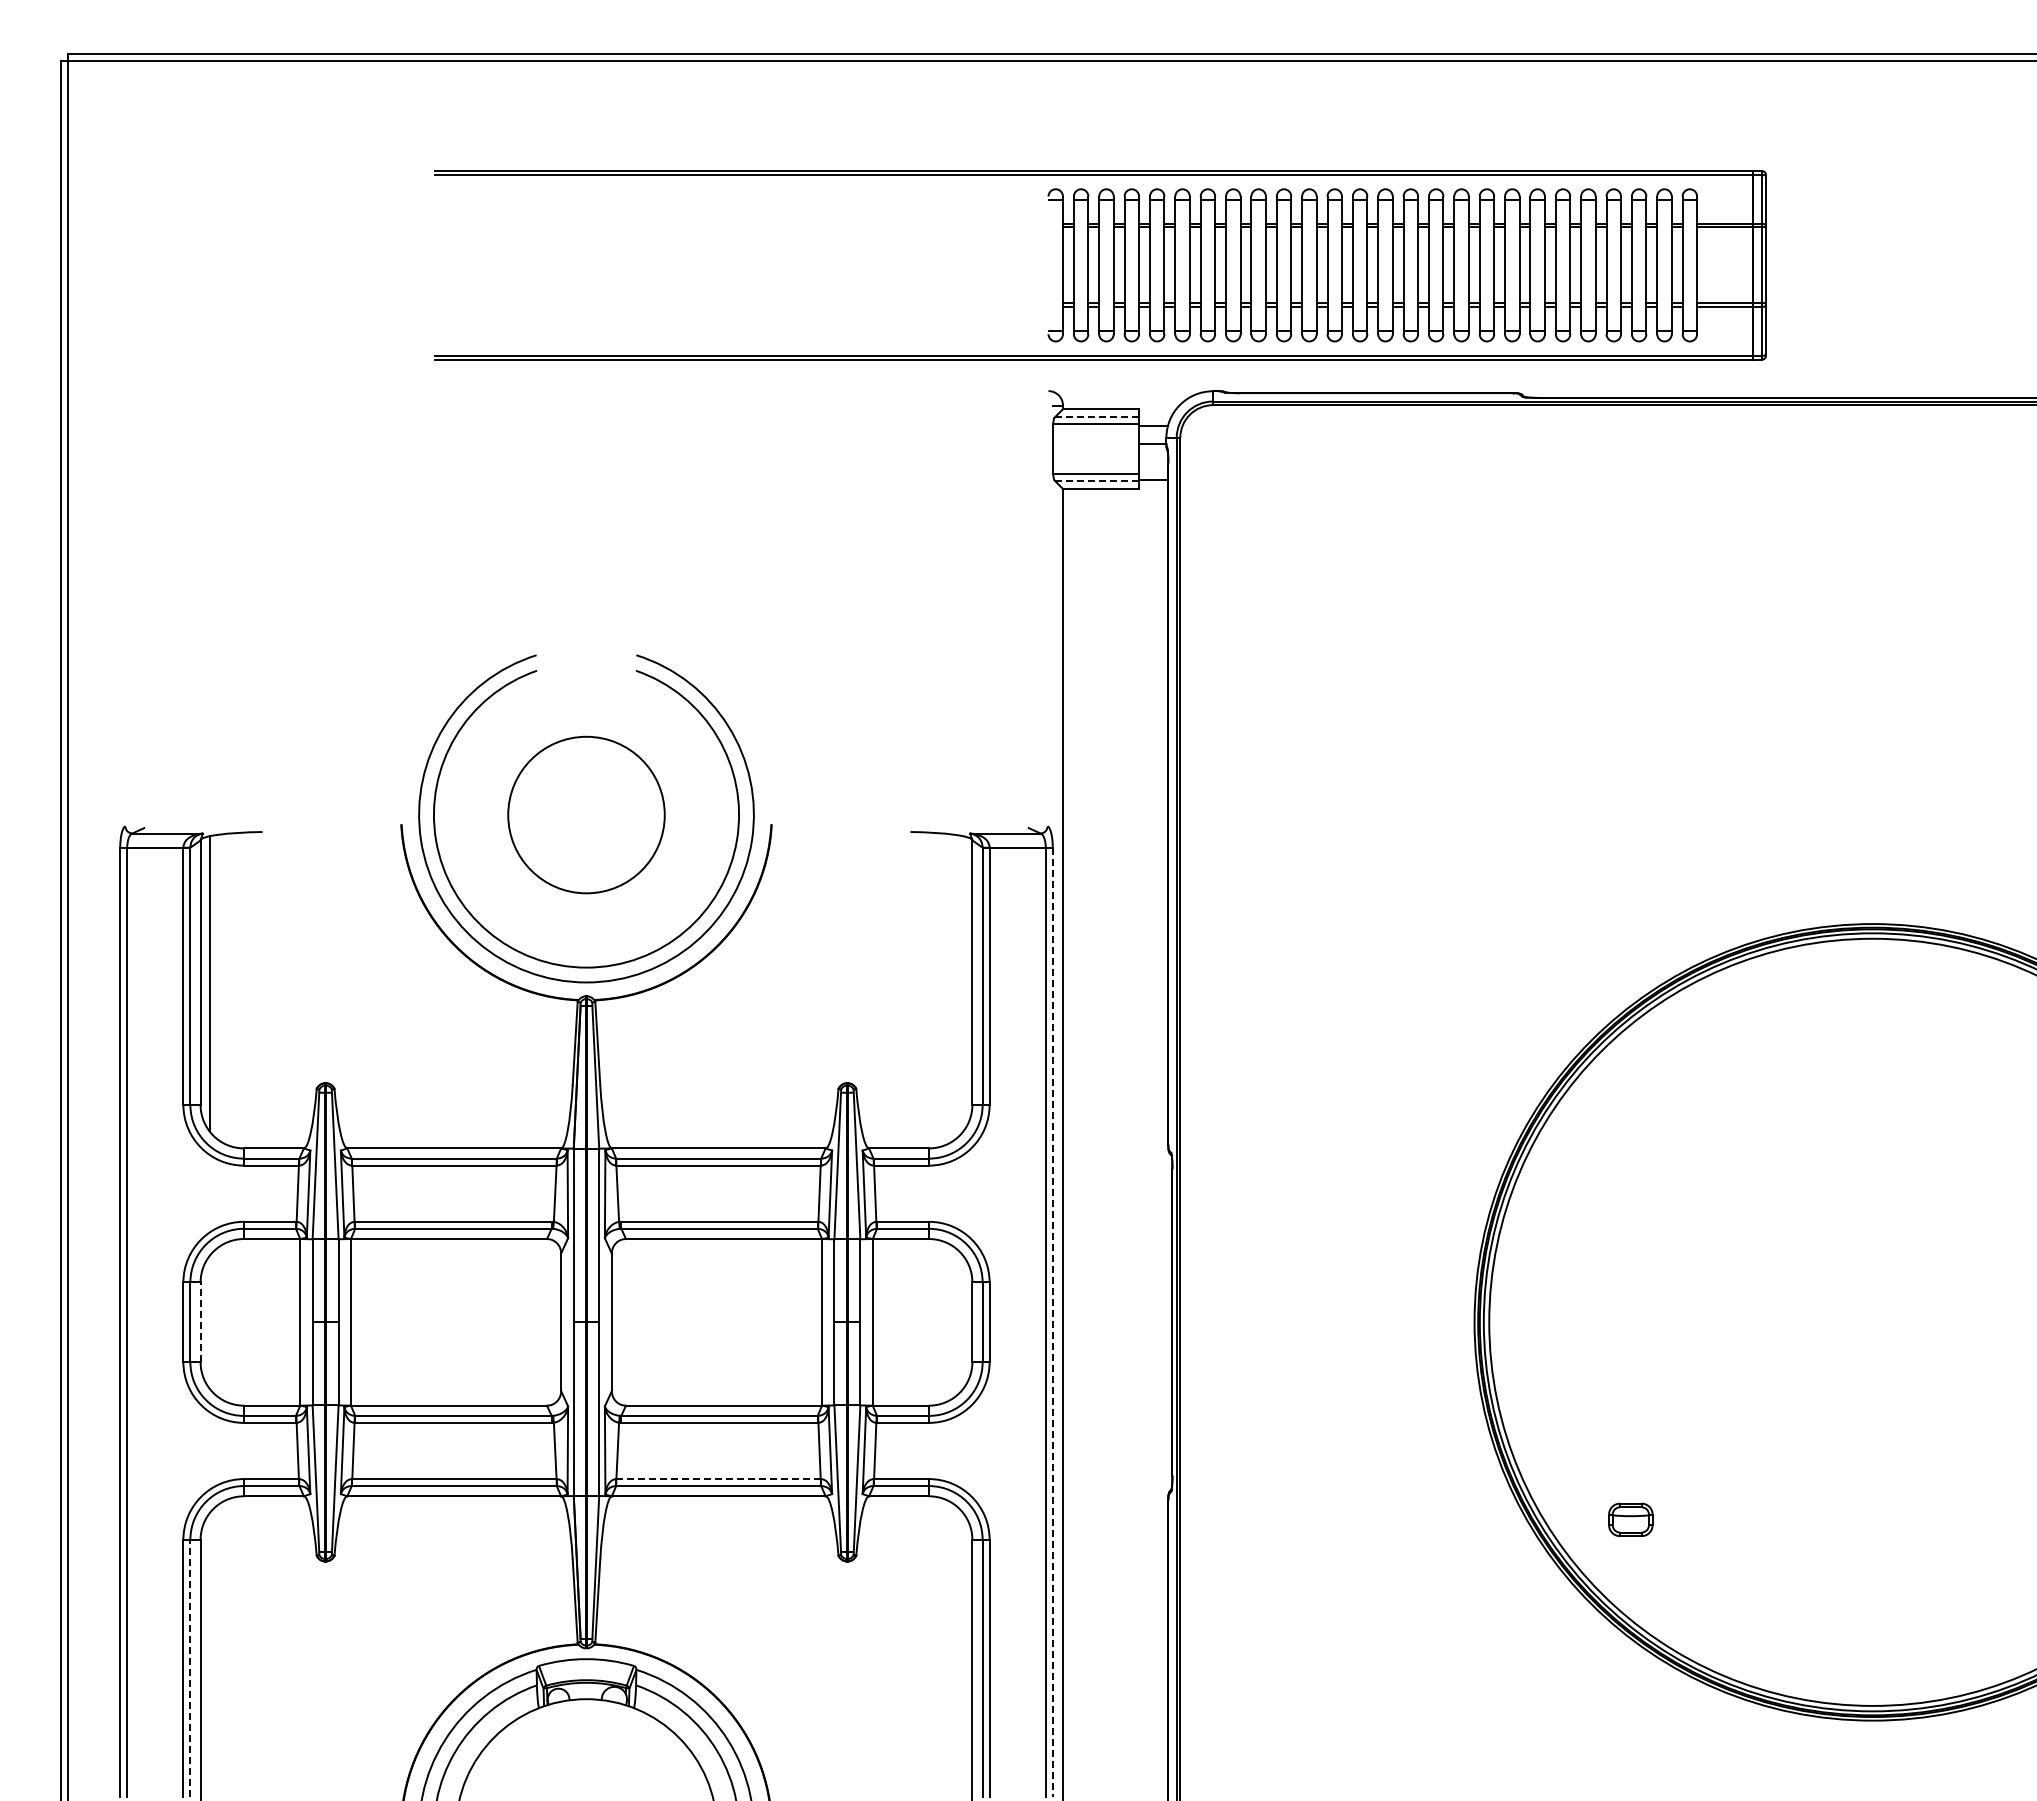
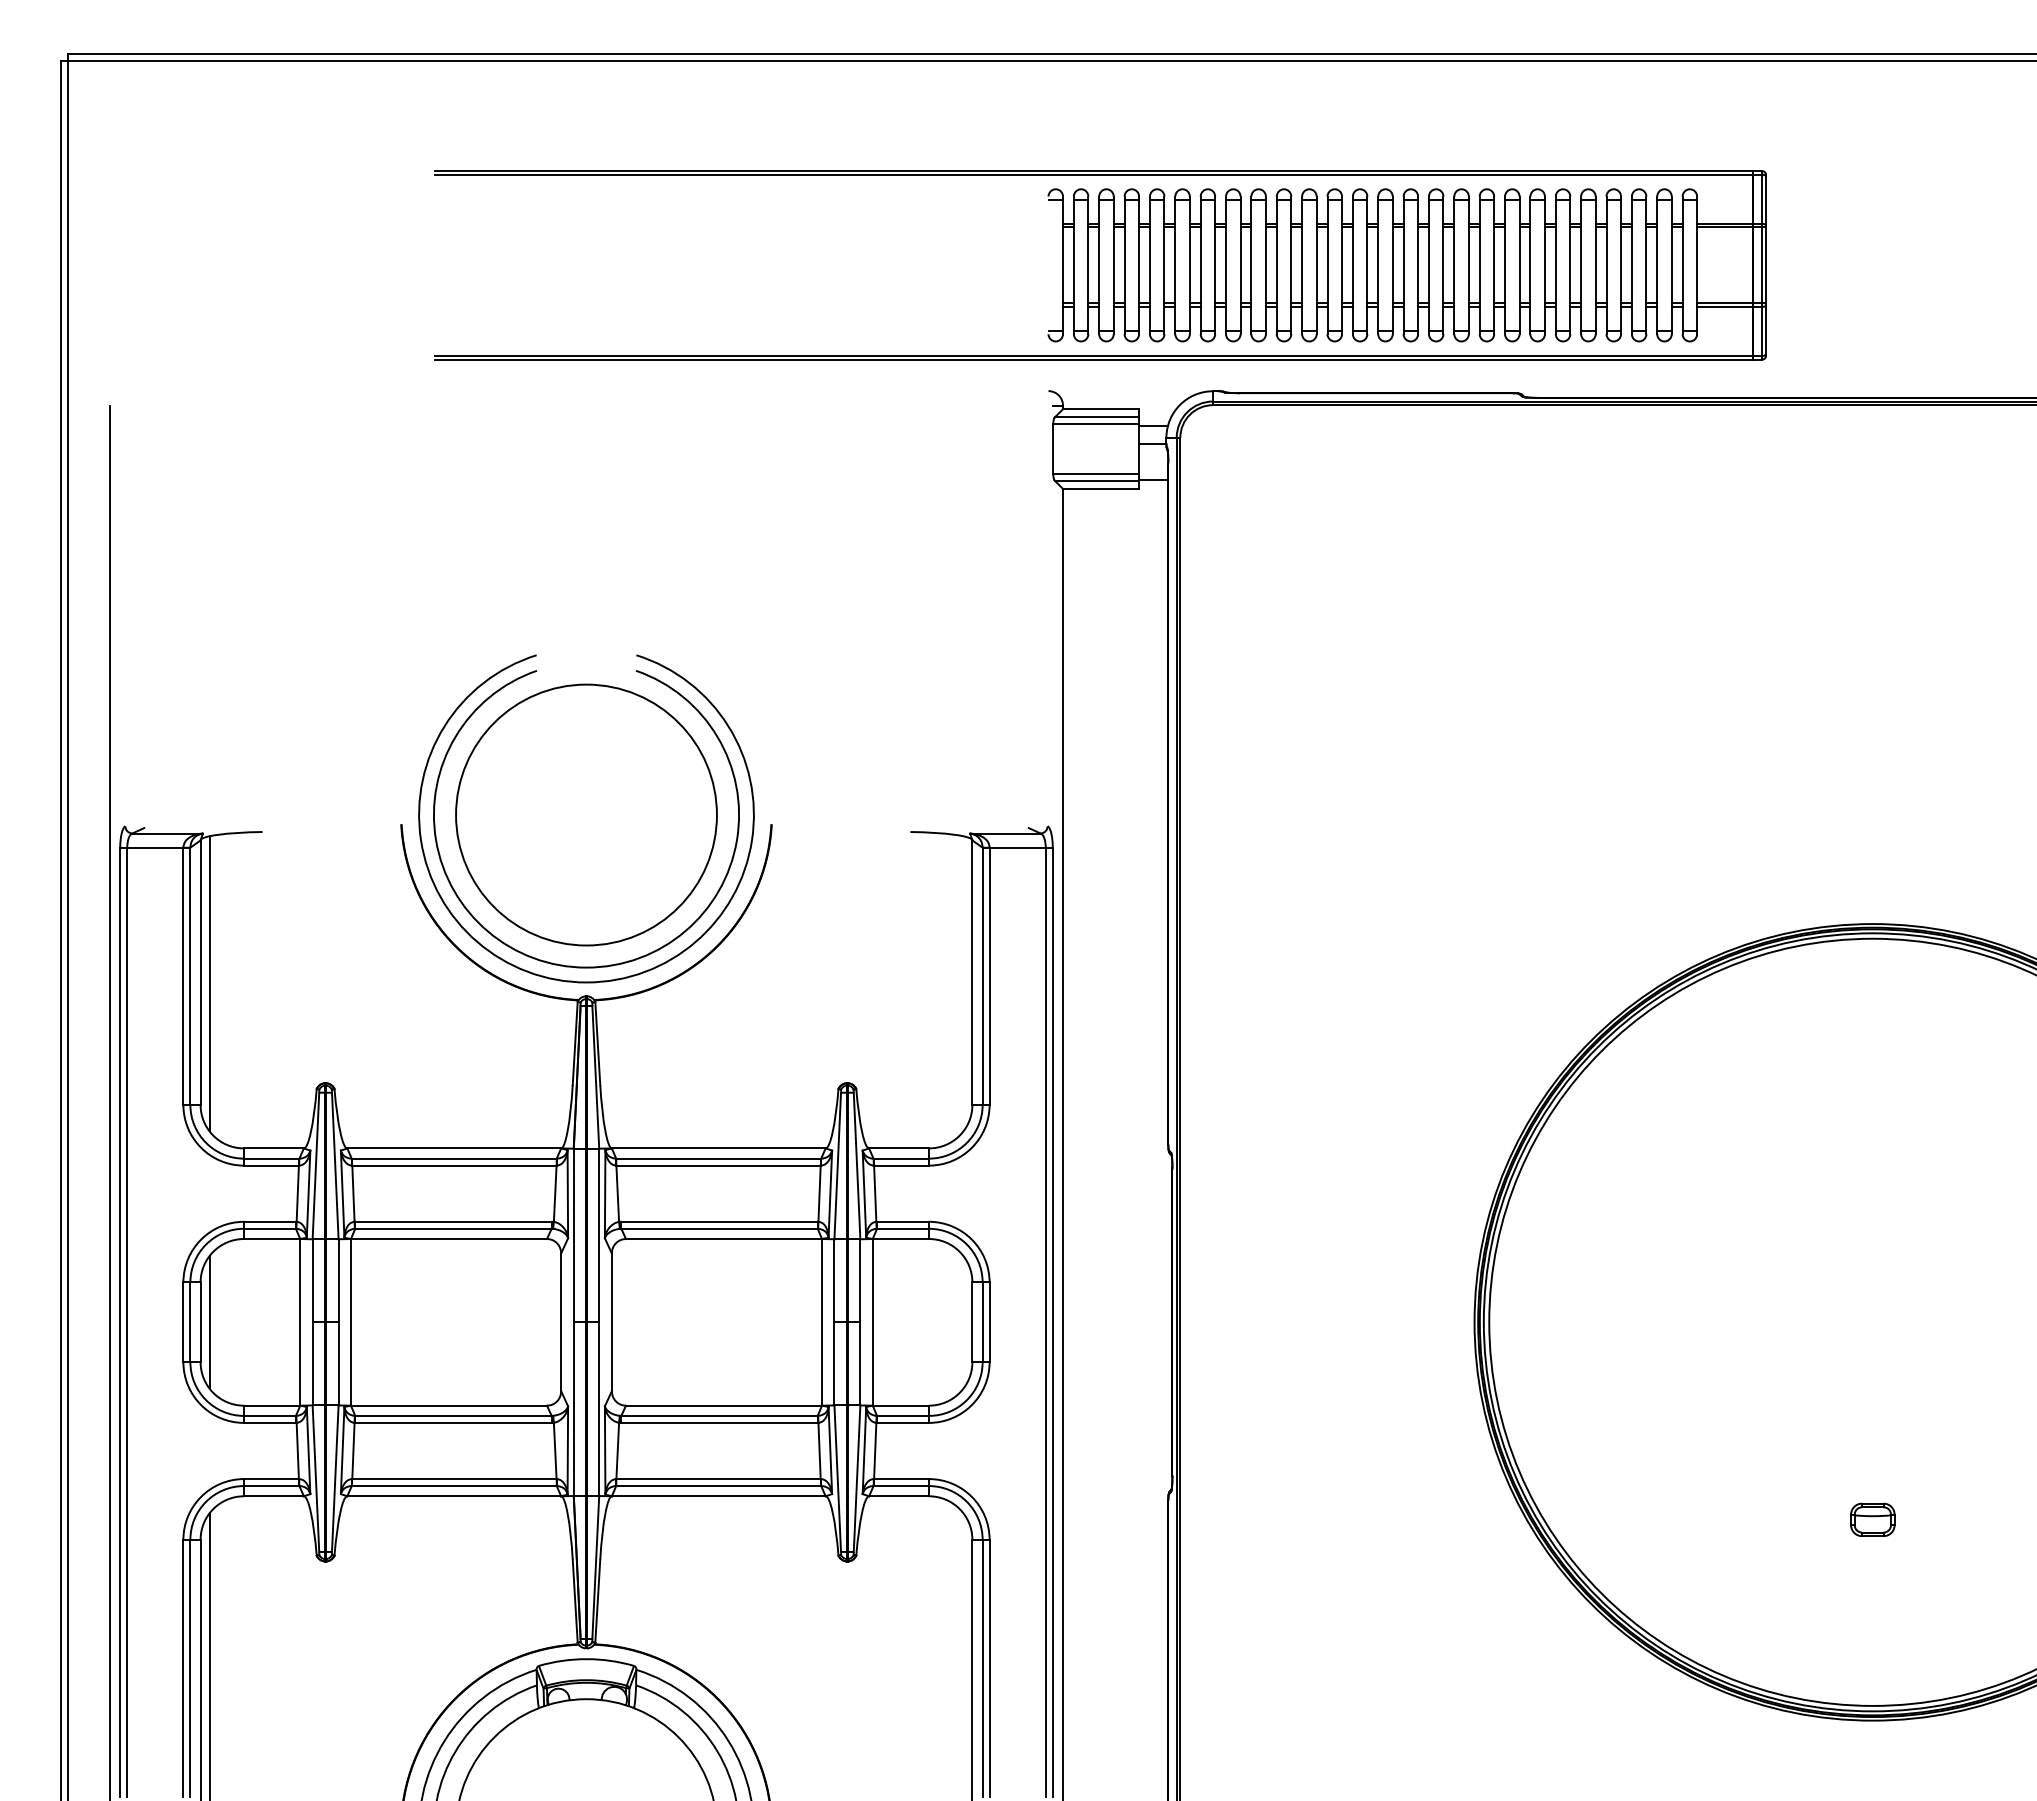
line at (1097, 417): dashed -> solid
line at (1097, 480): dashed -> solid
circle at (586, 814) diameter: 157 px -> 261 px
line at (110, 1101): none -> present
line at (200, 1322): dashed -> solid
line at (209, 1322): none -> present
line at (1052, 1322): dashed -> solid
line at (718, 1479): dashed -> solid
part at (1630, 1519) position: (1630, 1519) -> (1872, 1519)
line at (209, 1655): none -> present
line at (190, 1668): dashed -> solid
